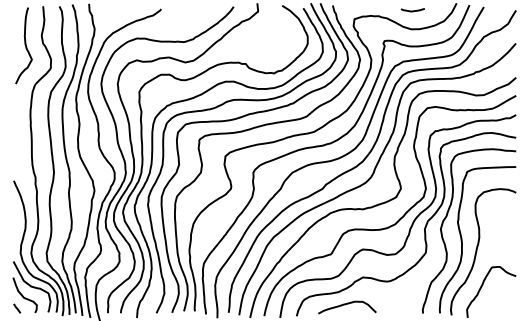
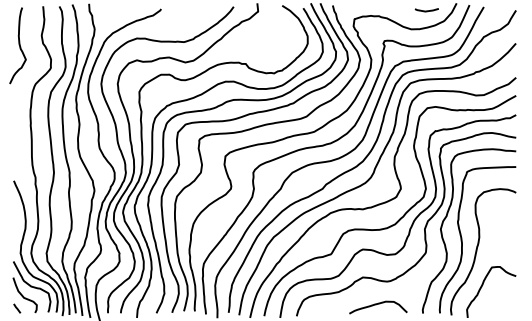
curve at (412, 10) position: (412, 10) -> (426, 10)
curve at (24, 44) position: (24, 44) -> (18, 44)
curve at (345, 305) position: (345, 305) -> (376, 305)
